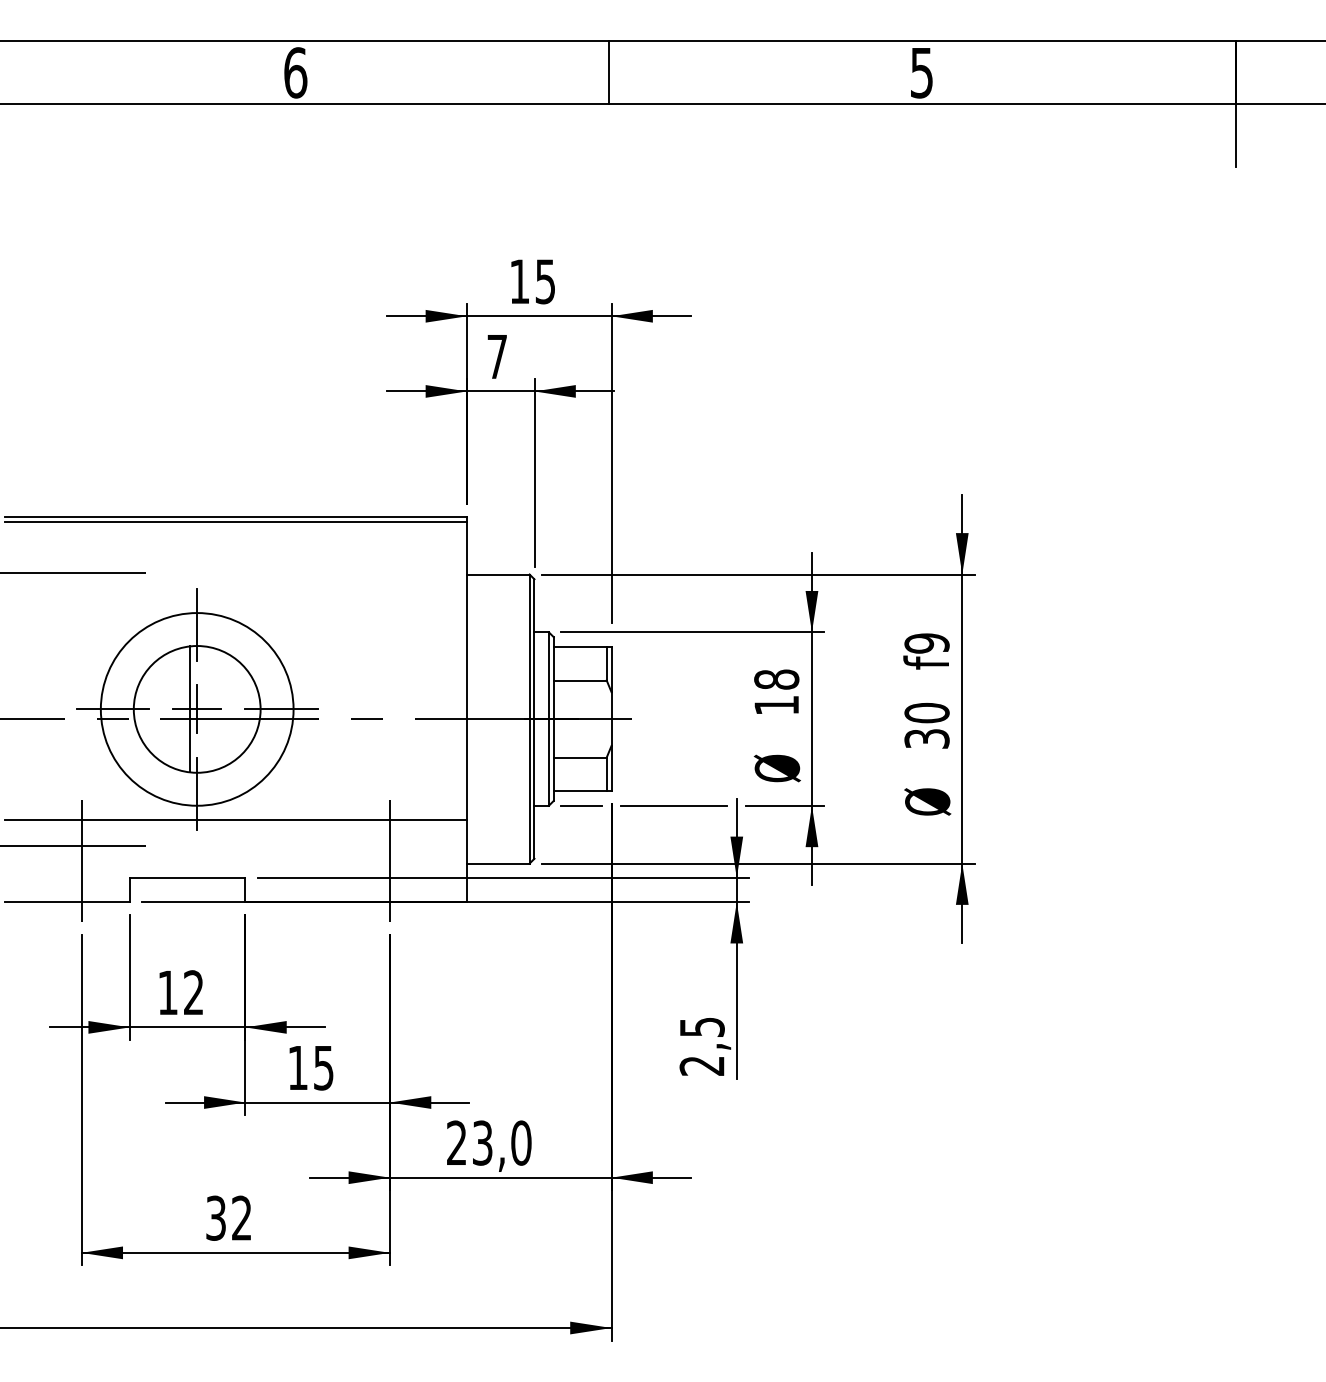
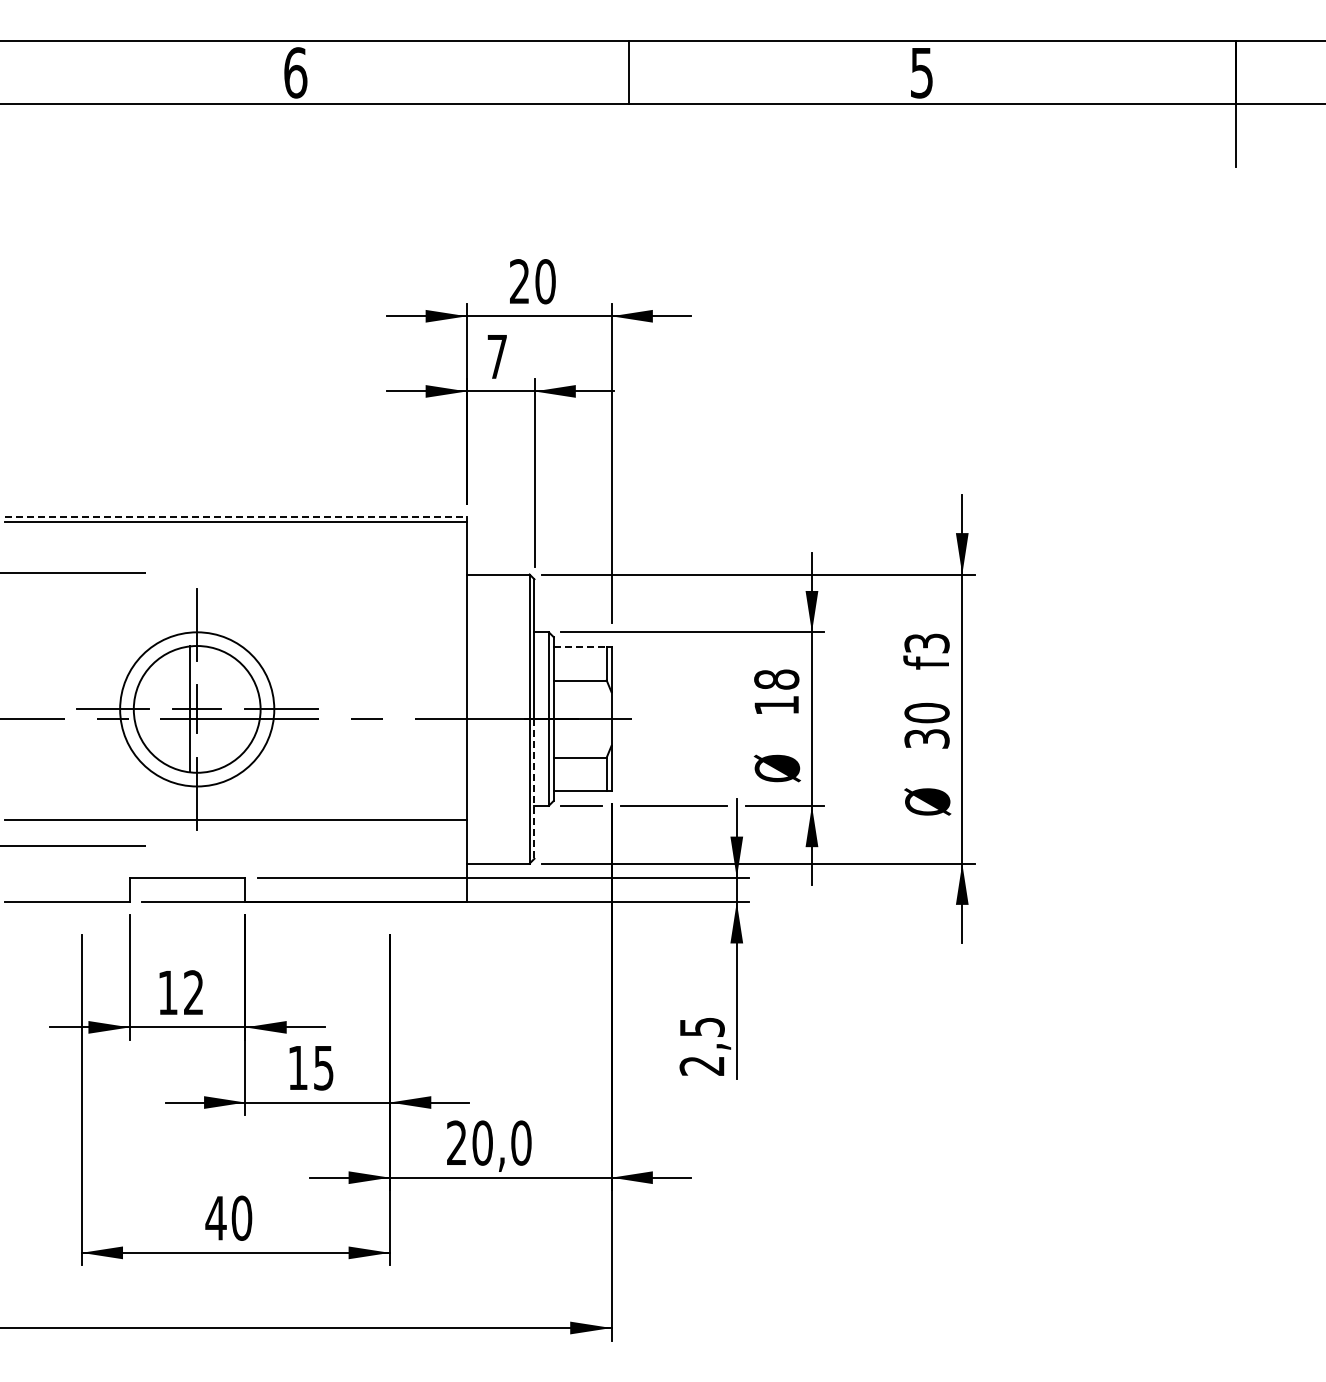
line at (609, 72) position: (609, 72) -> (629, 72)
text at (532, 281): 15 -> 20
line at (236, 516): solid -> dashed
text at (926, 643): f9 -> f3
line at (580, 646): solid -> dashed
circle at (196, 709) diameter: 193 px -> 154 px
line at (534, 788): solid -> dashed
line at (81, 860): present -> none
line at (389, 860): present -> none
text at (482, 1142): 23,0 -> 20,0
text at (228, 1217): 32 -> 40
